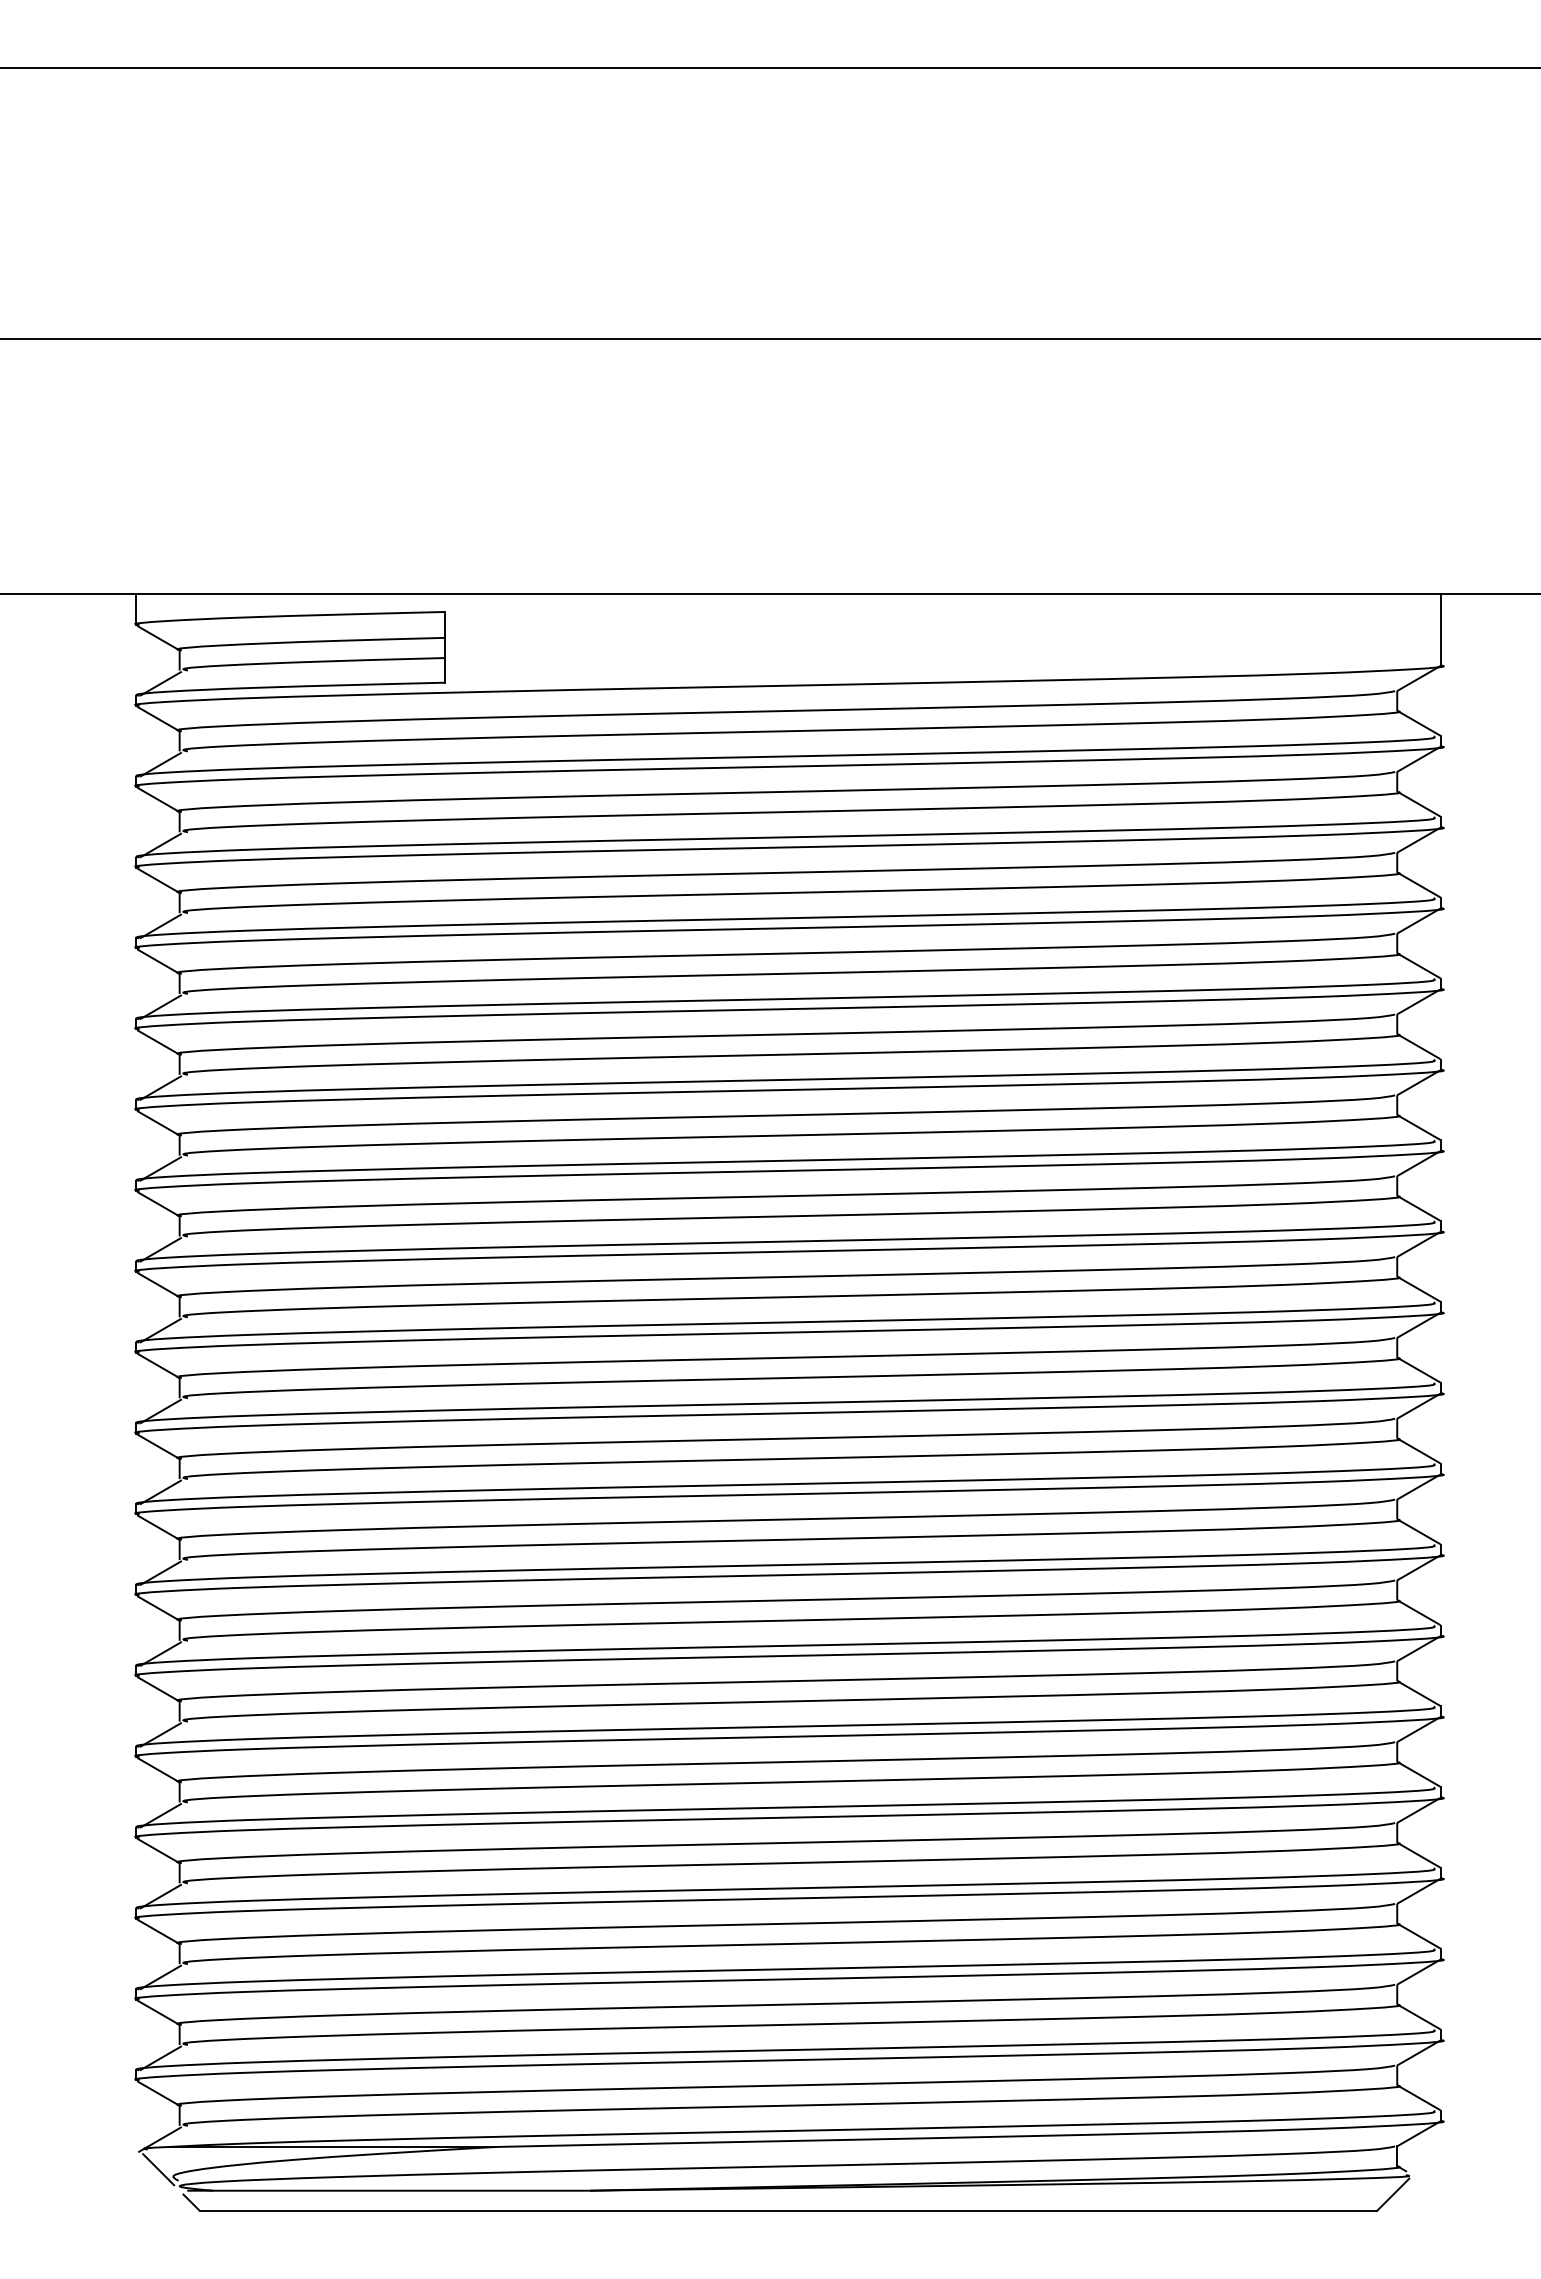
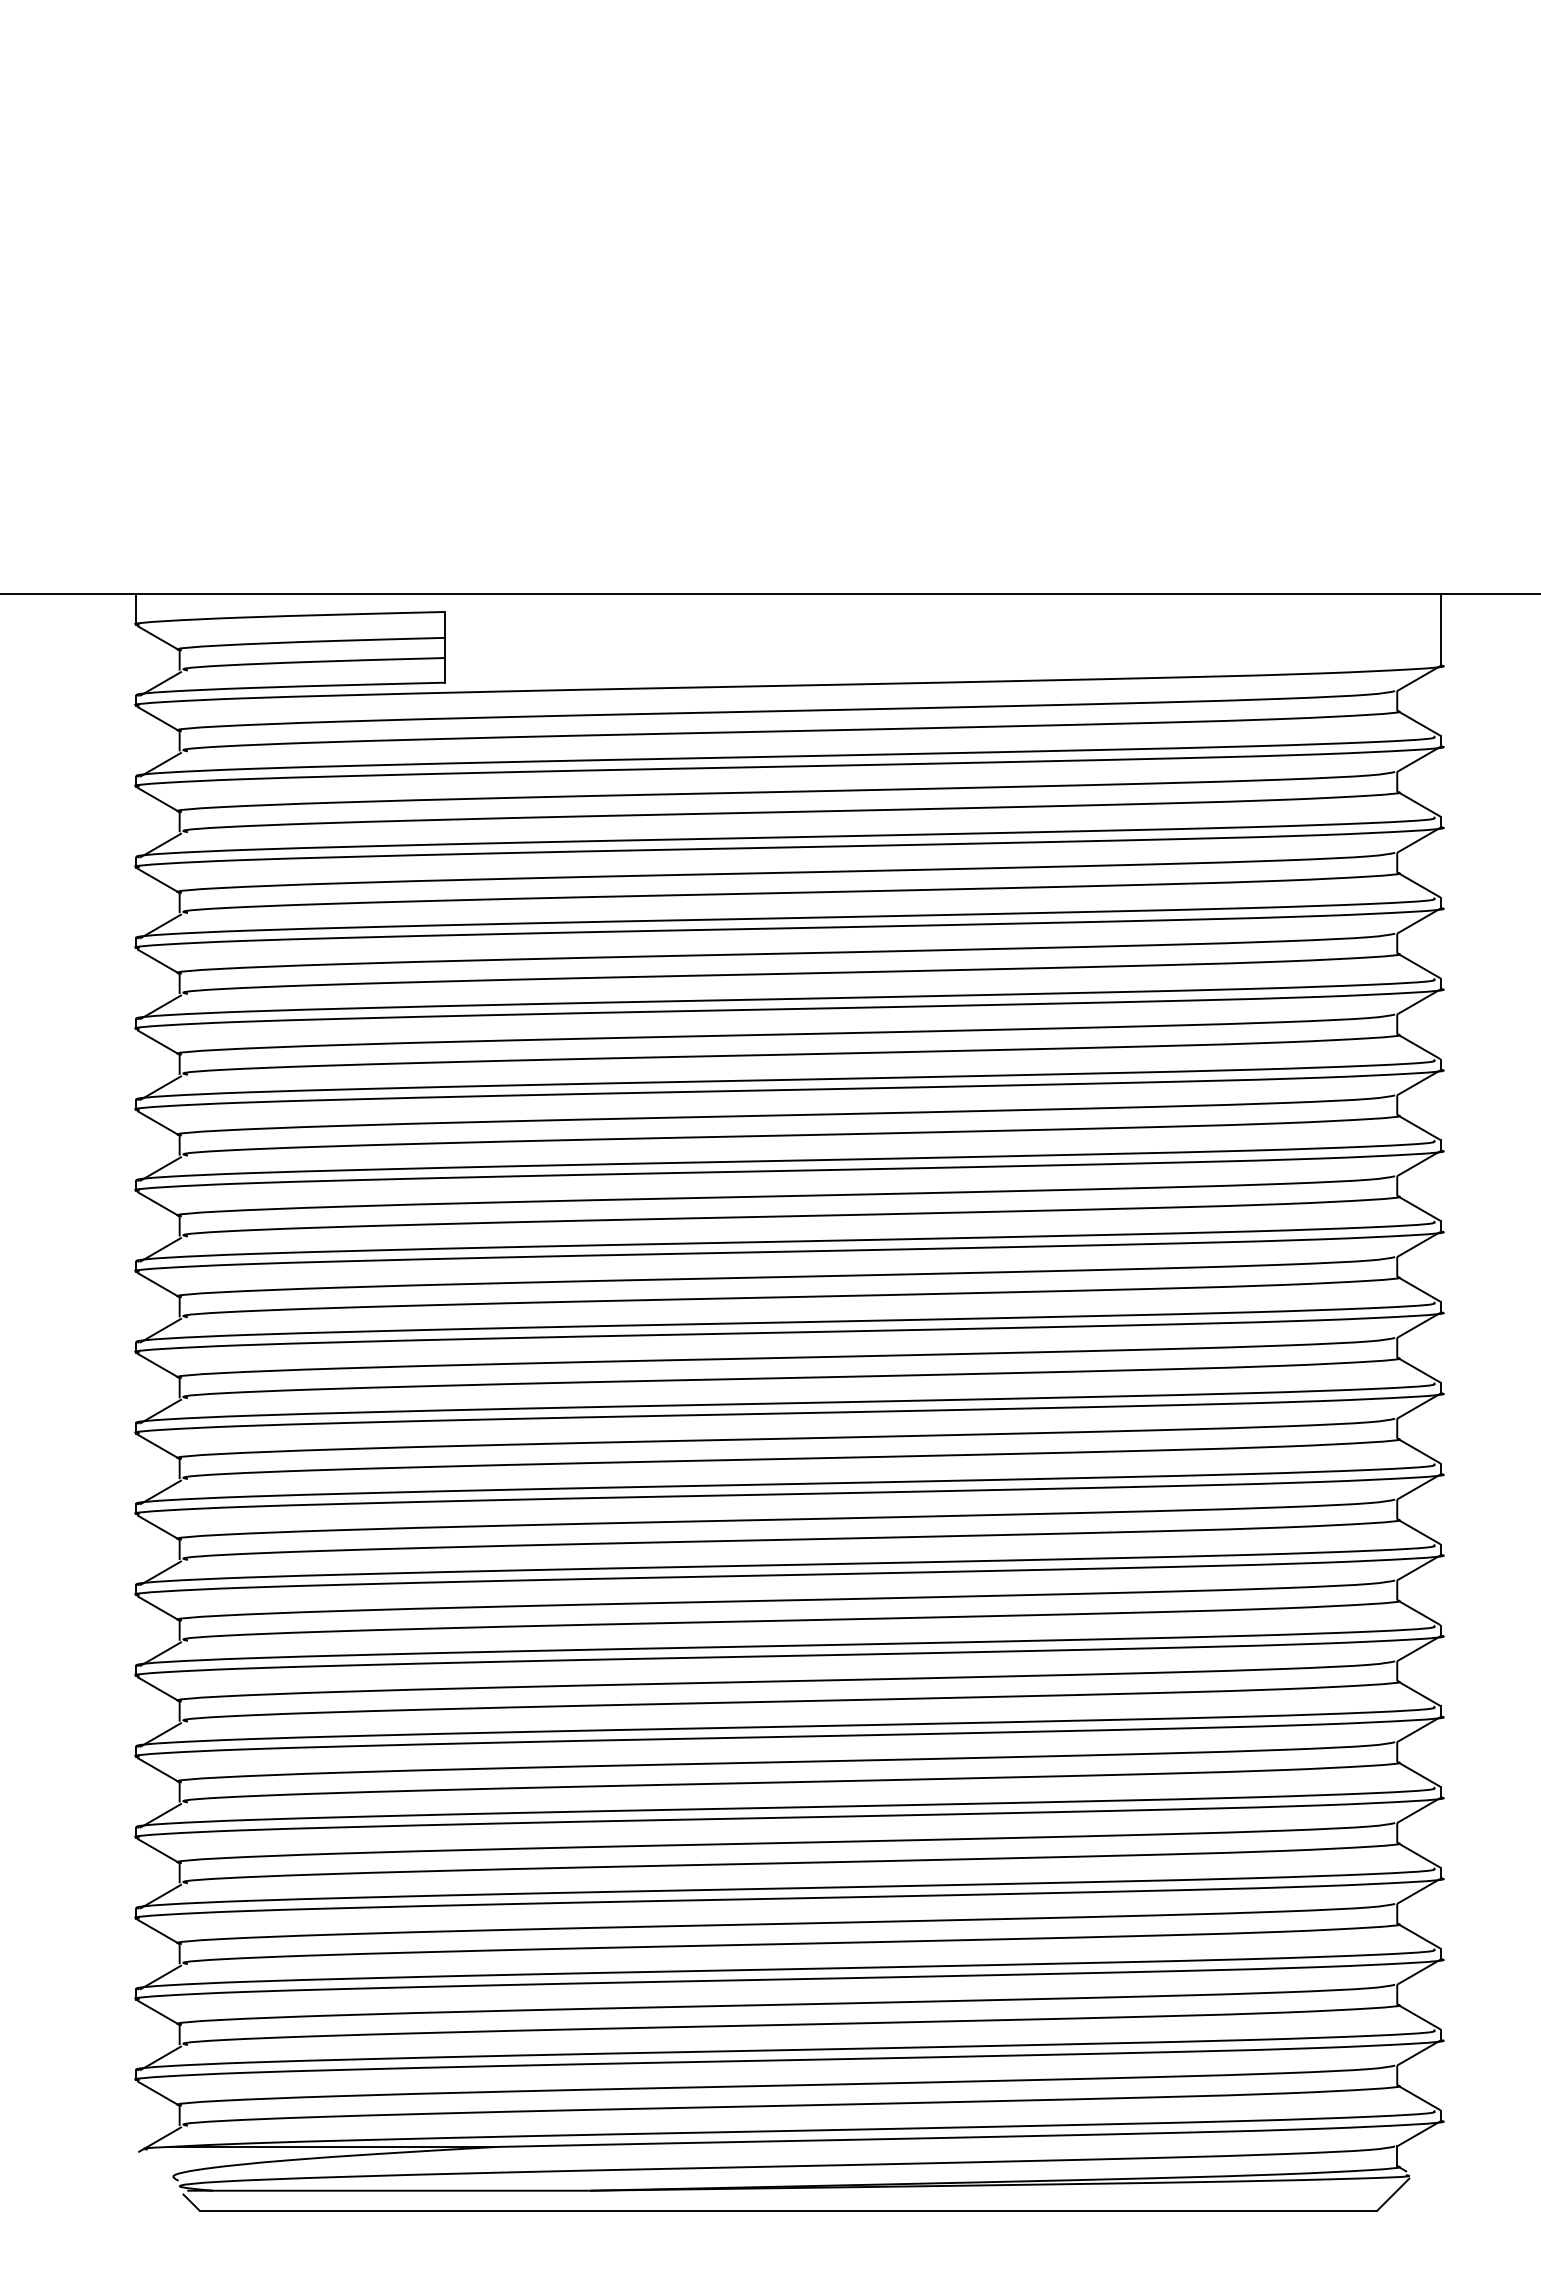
line at (769, 68): present -> none
line at (769, 338): present -> none
line at (158, 2169): present -> none
